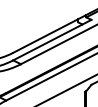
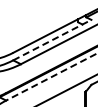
line at (52, 39): solid -> dashed
line at (51, 77): solid -> dashed
